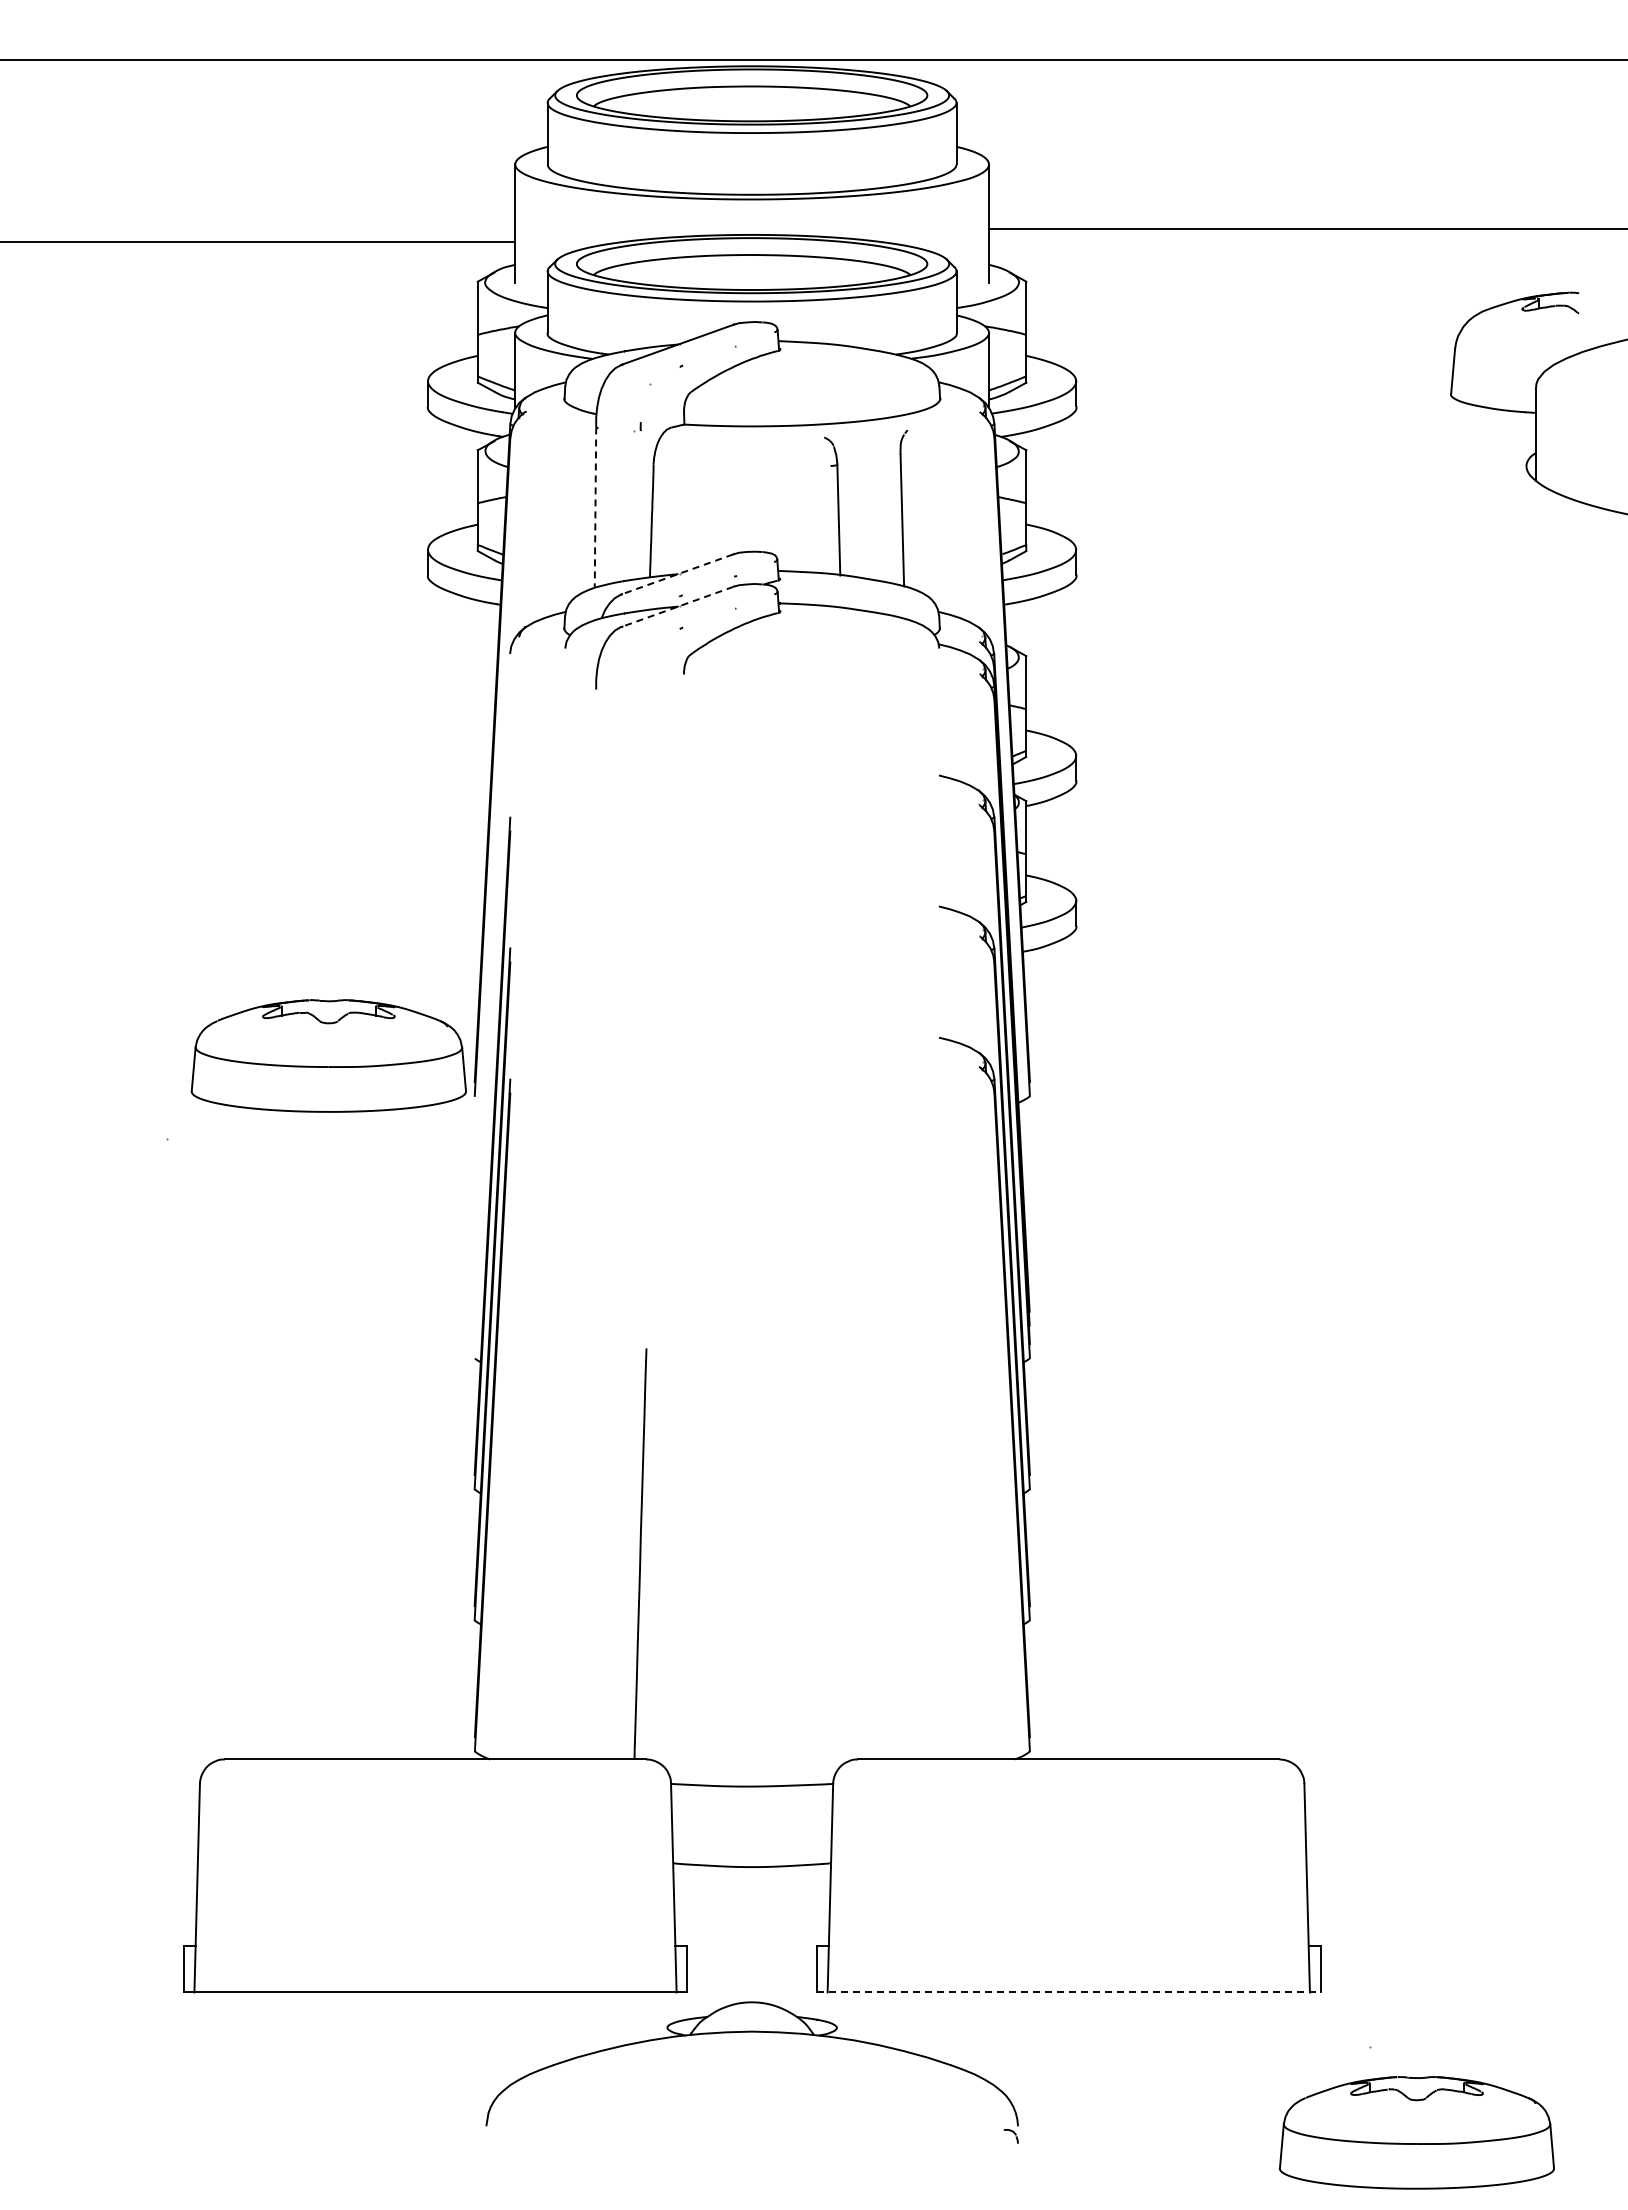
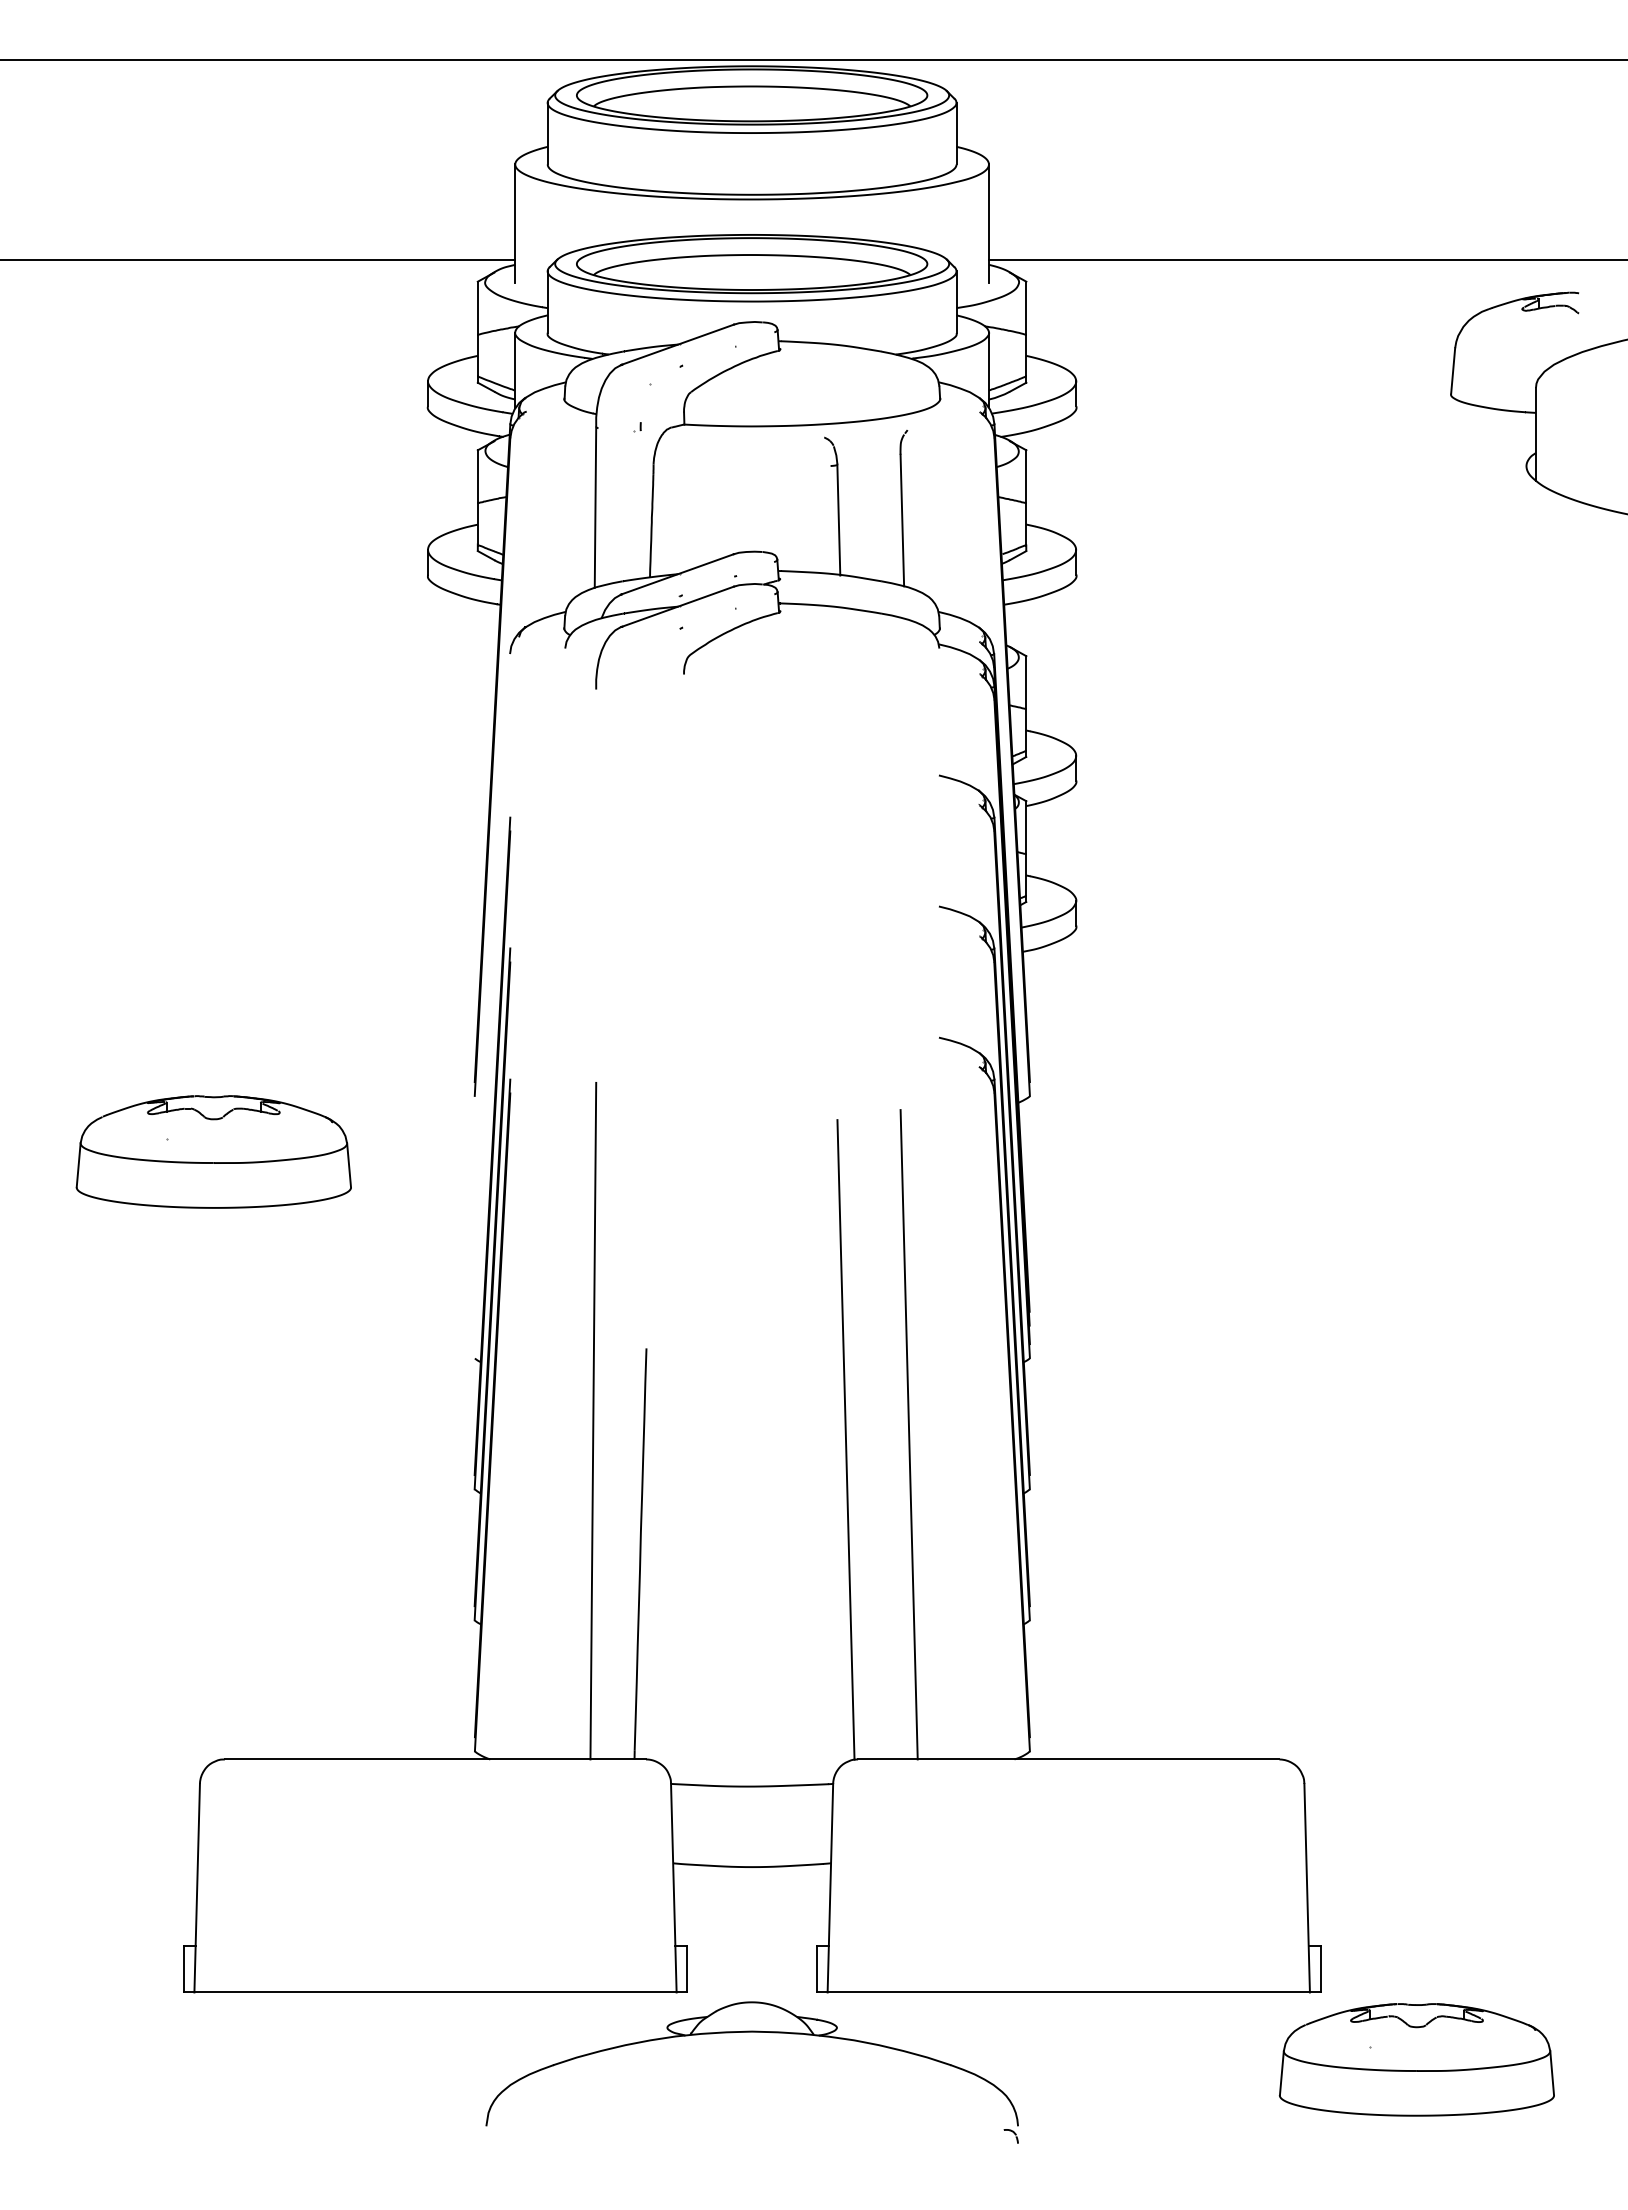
line at (1306, 228) position: (1306, 228) -> (1306, 259)
line at (258, 241) position: (258, 241) -> (258, 259)
line at (595, 508): dashed -> solid
line at (676, 574): dashed -> solid
line at (677, 607): dashed -> solid
part at (328, 1055) position: (328, 1055) -> (213, 1151)
line at (593, 1420): none -> present
line at (908, 1434): none -> present
line at (845, 1439): none -> present
line at (1068, 1992): dashed -> solid
part at (1416, 2132) position: (1416, 2132) -> (1416, 2059)
